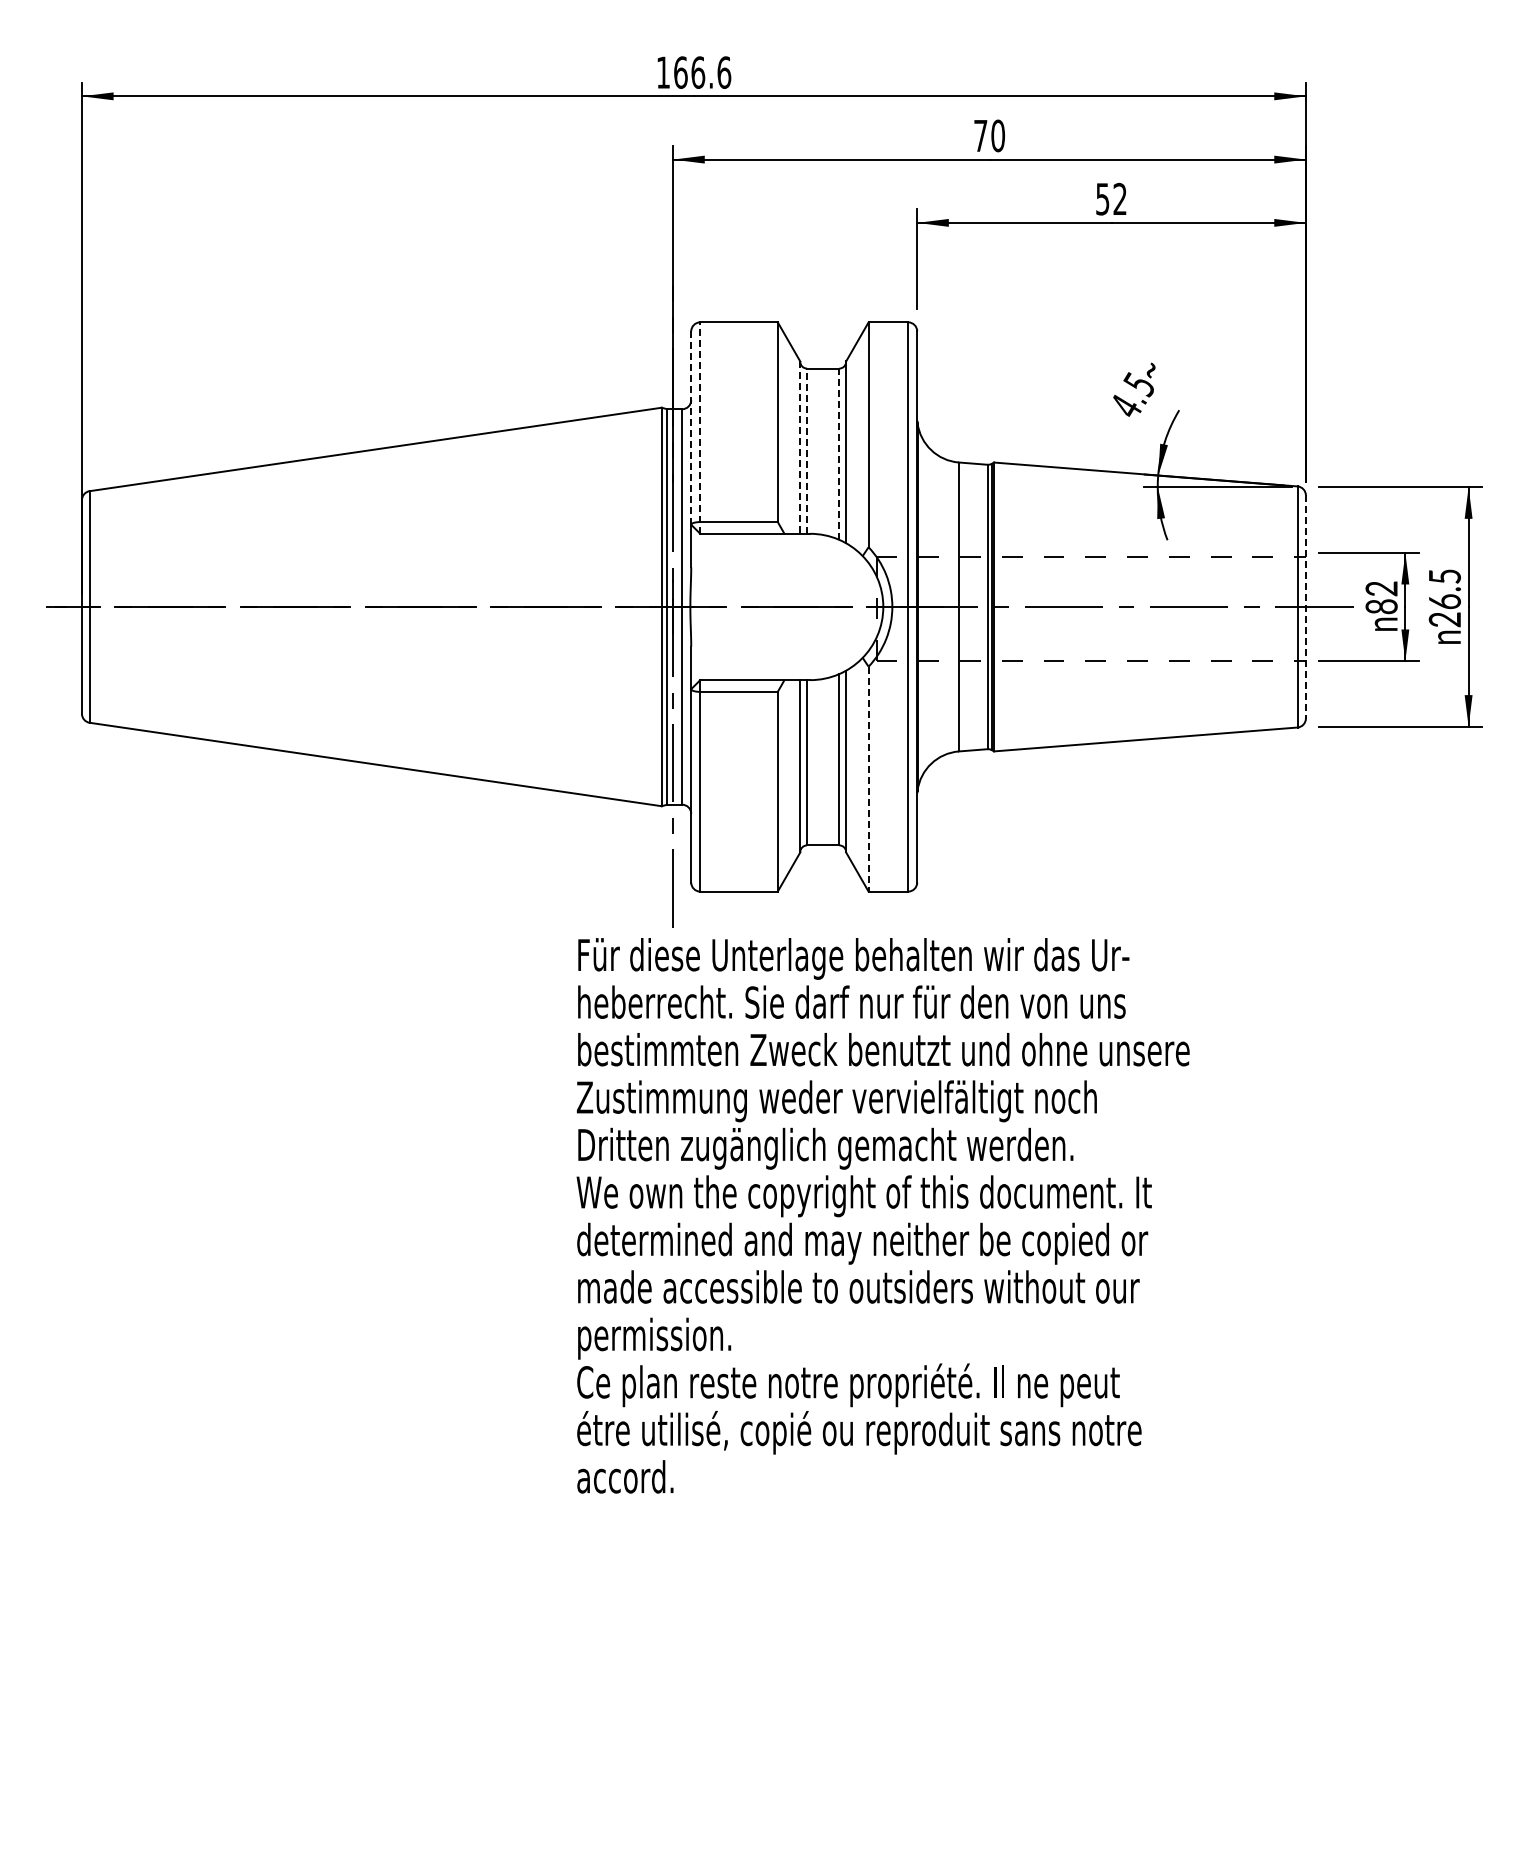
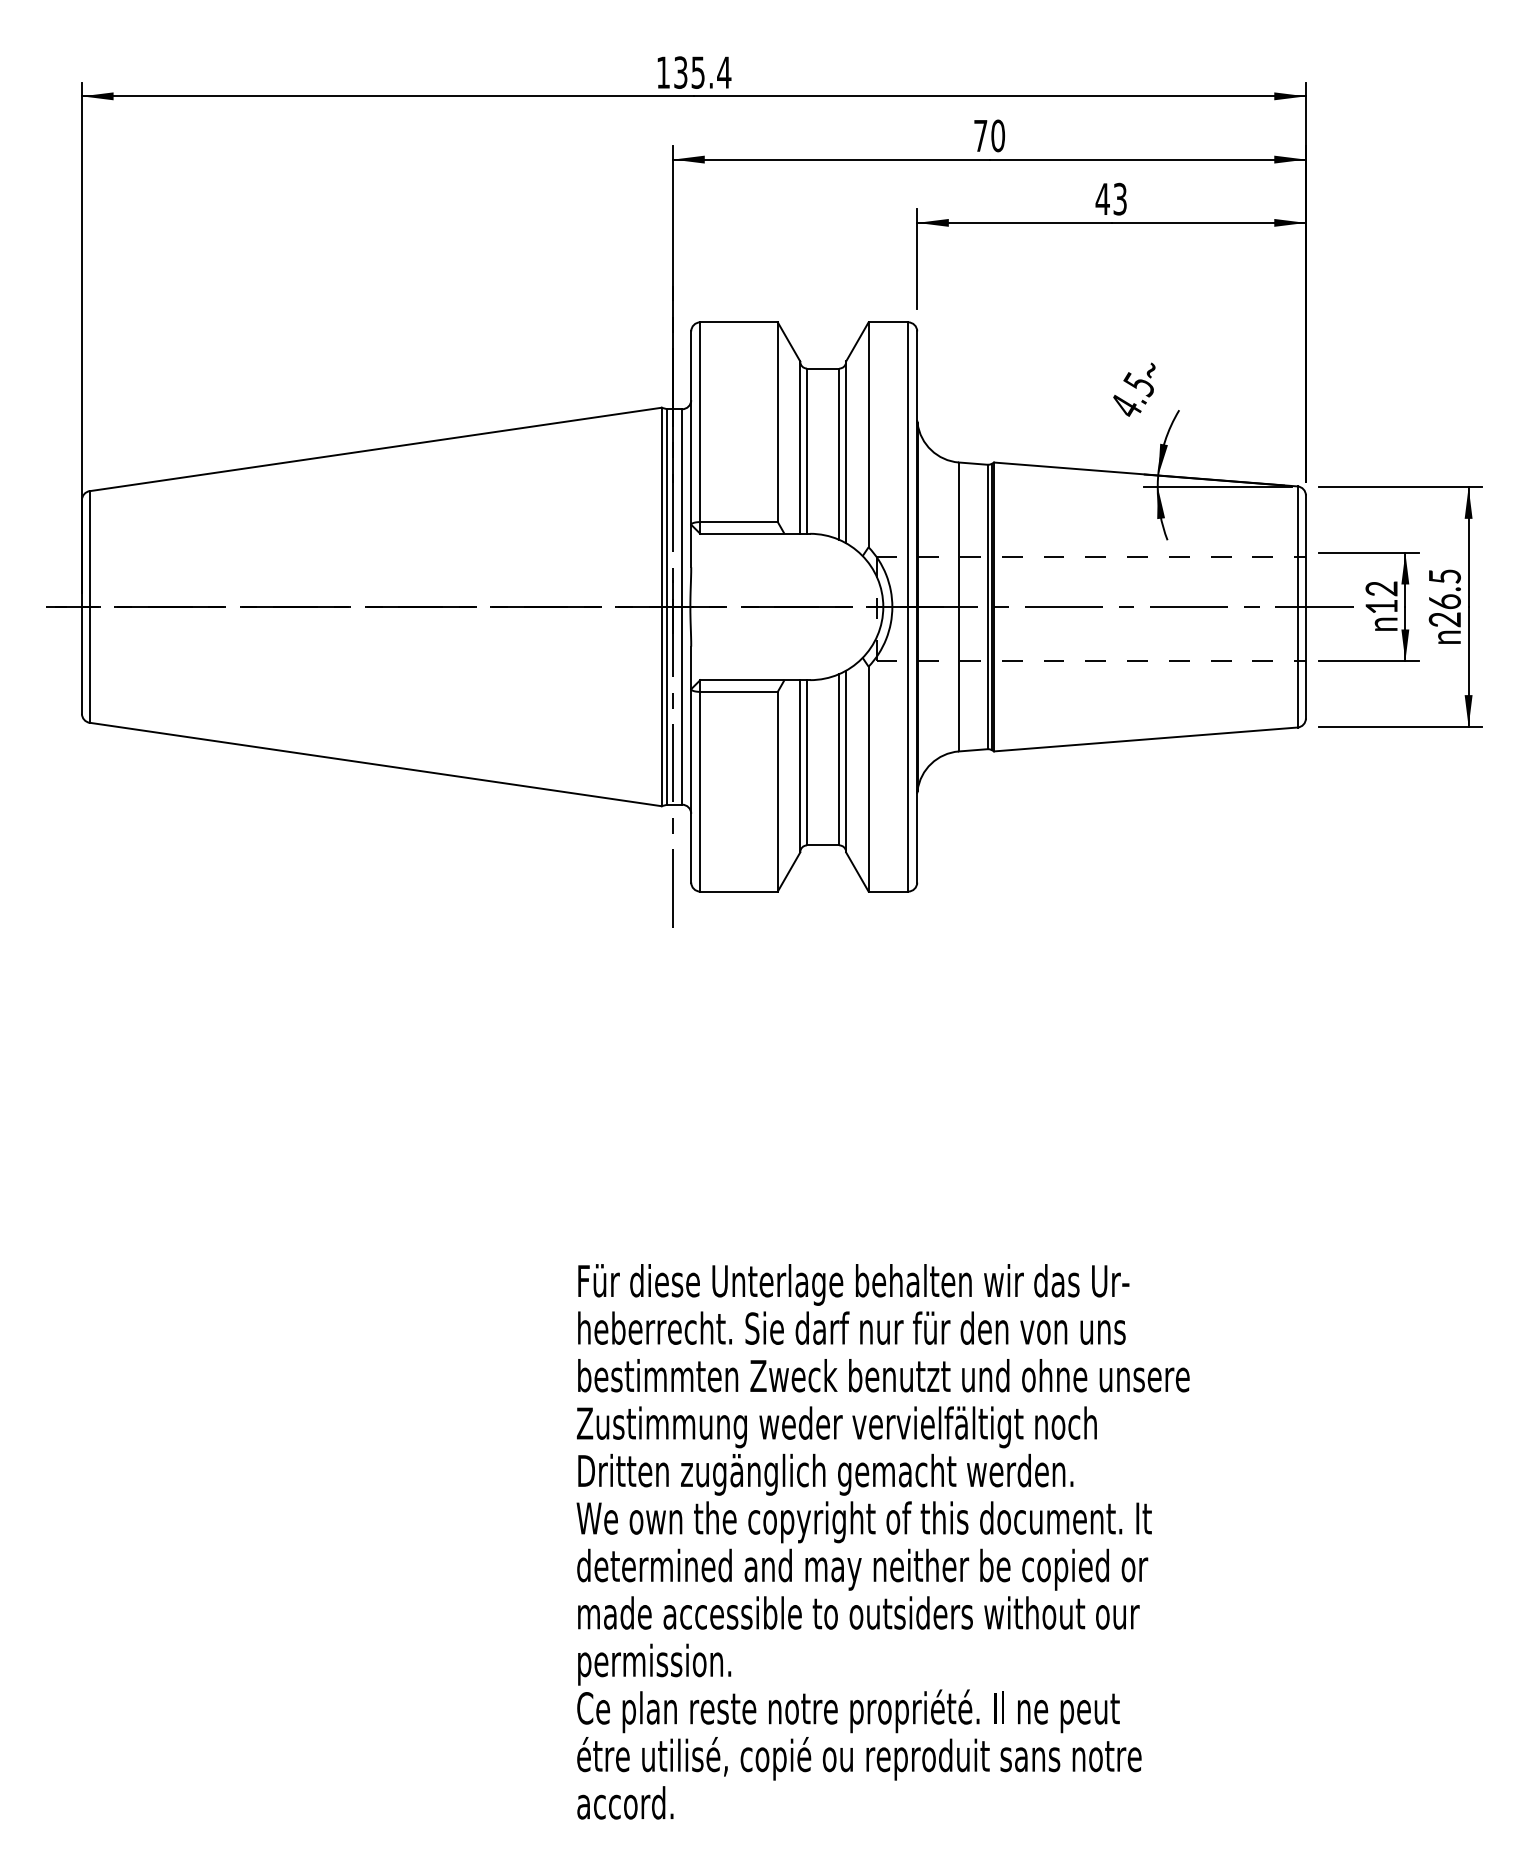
text at (702, 72): 166.6 -> 135.4
text at (1110, 199): 52 -> 43
line at (691, 428): dashed -> solid
line at (700, 428): dashed -> solid
line at (800, 448): dashed -> solid
line at (807, 451): dashed -> solid
line at (839, 454): dashed -> solid
line at (1305, 606): dashed -> solid
text at (1381, 606): 82 -> 12
line at (868, 779): dashed -> solid
text at (882, 1215) position: (882, 1215) -> (882, 1541)
